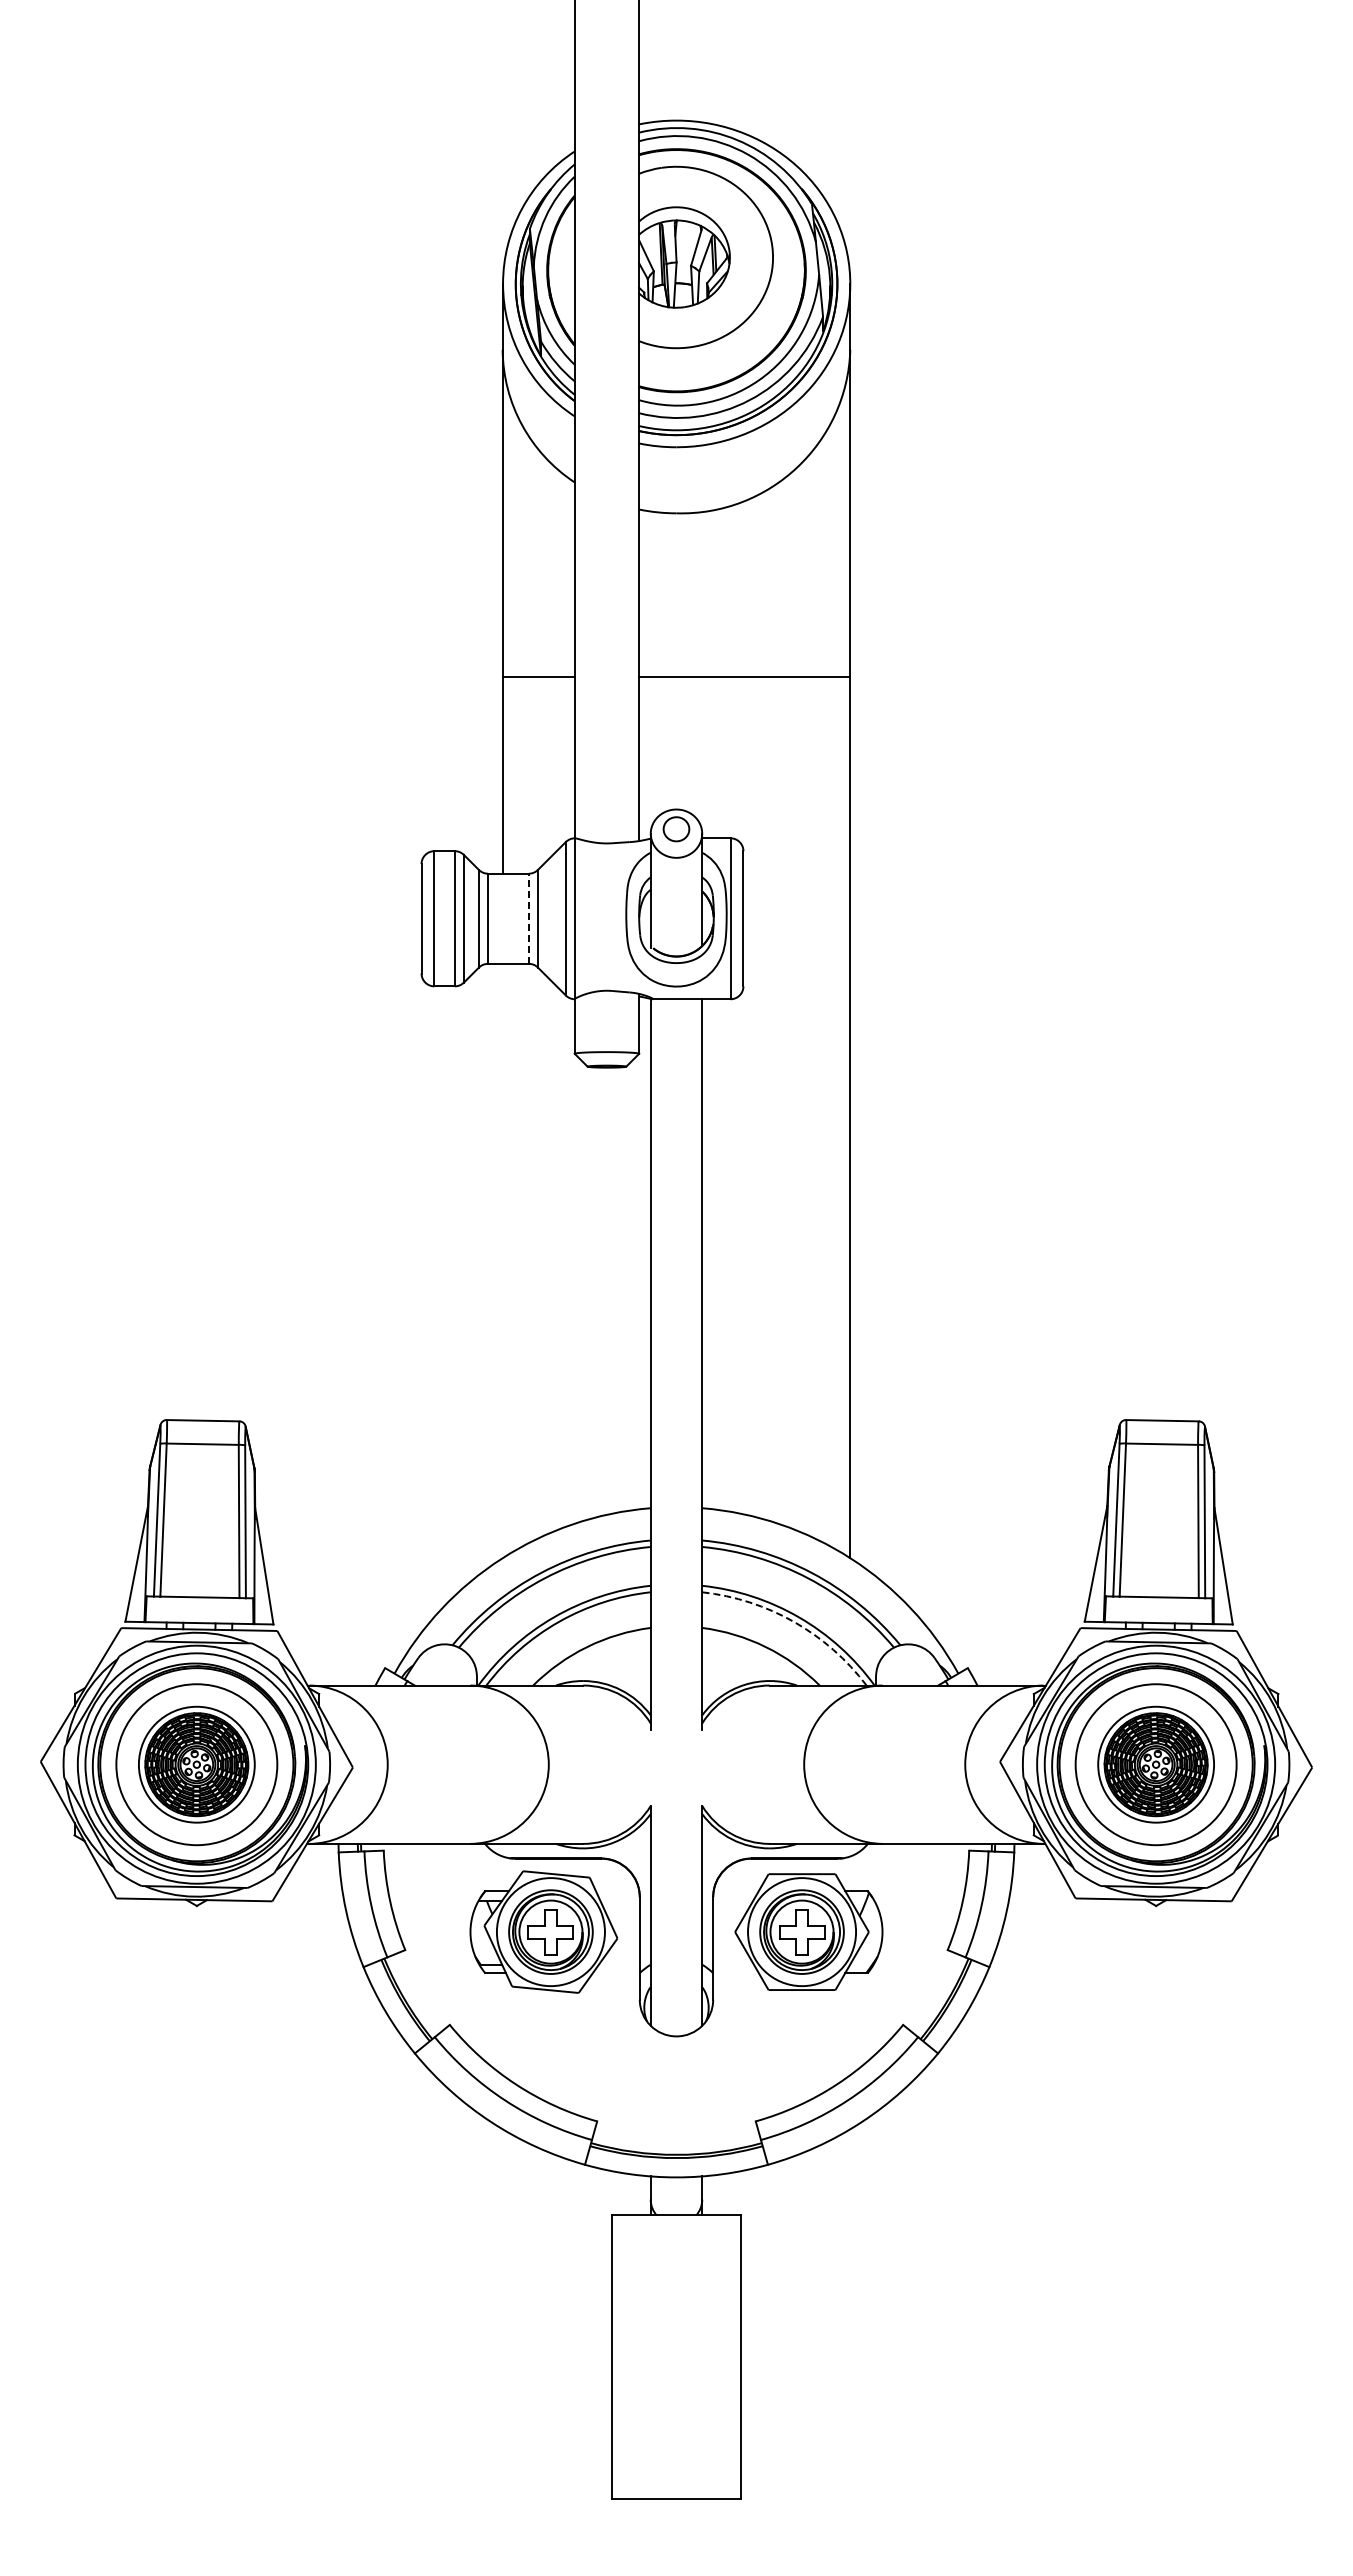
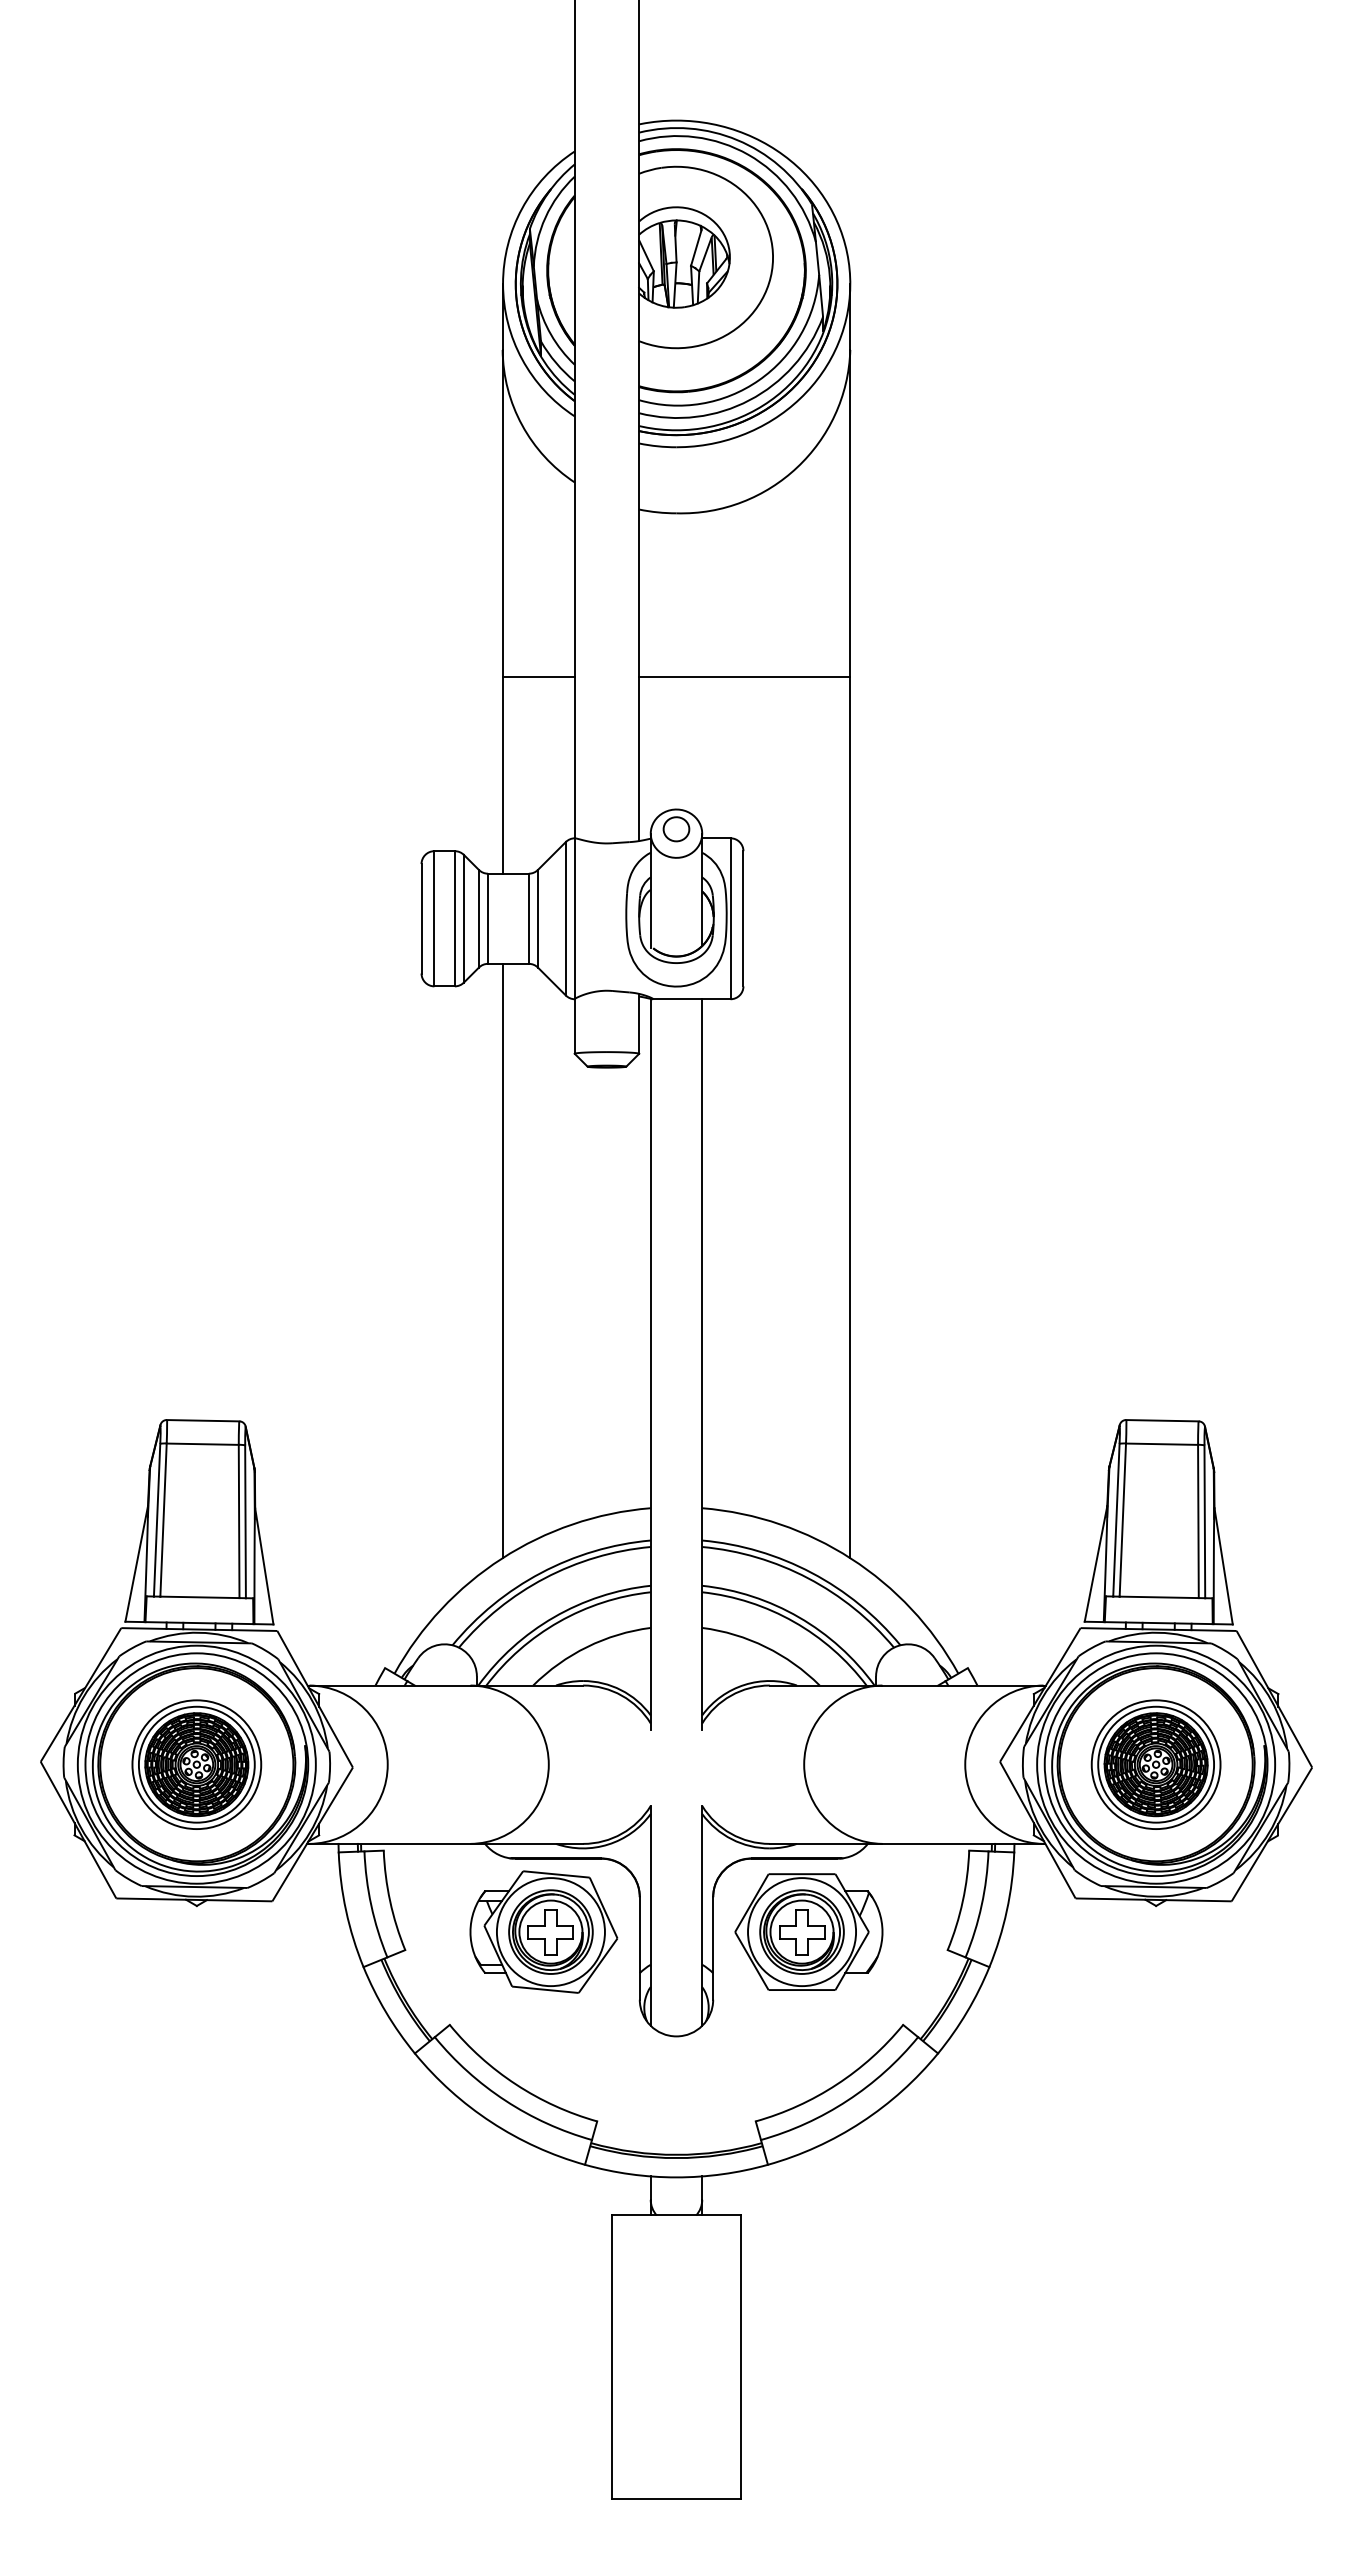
line at (528, 918): dashed -> solid
line at (502, 1260): none -> present
arc at (794, 1621): dashed -> solid
circle at (196, 1764) diameter: 161 px -> 129 px
circle at (1155, 1764) diameter: 161 px -> 129 px
